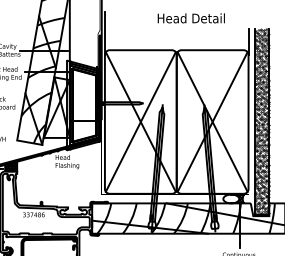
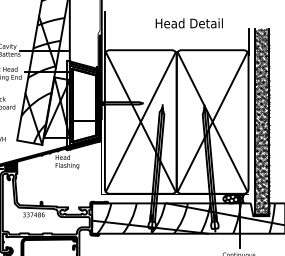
text at (190, 18) position: (190, 18) -> (188, 23)
hatch at (231, 198): none -> present
